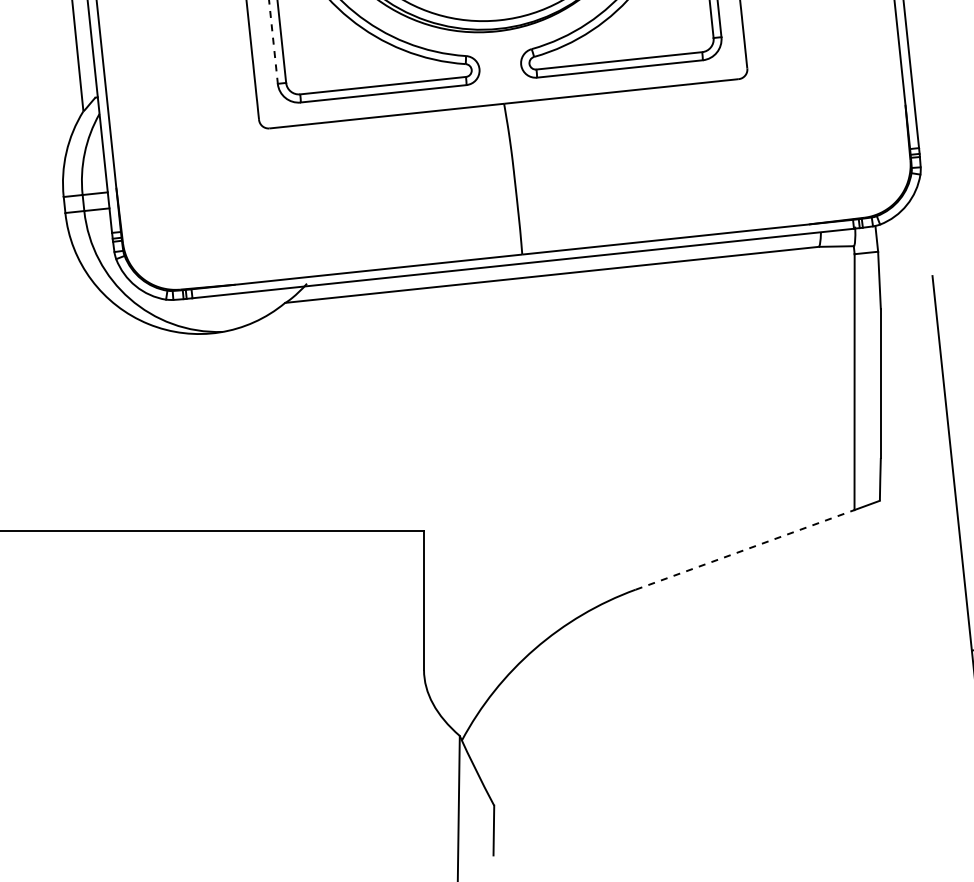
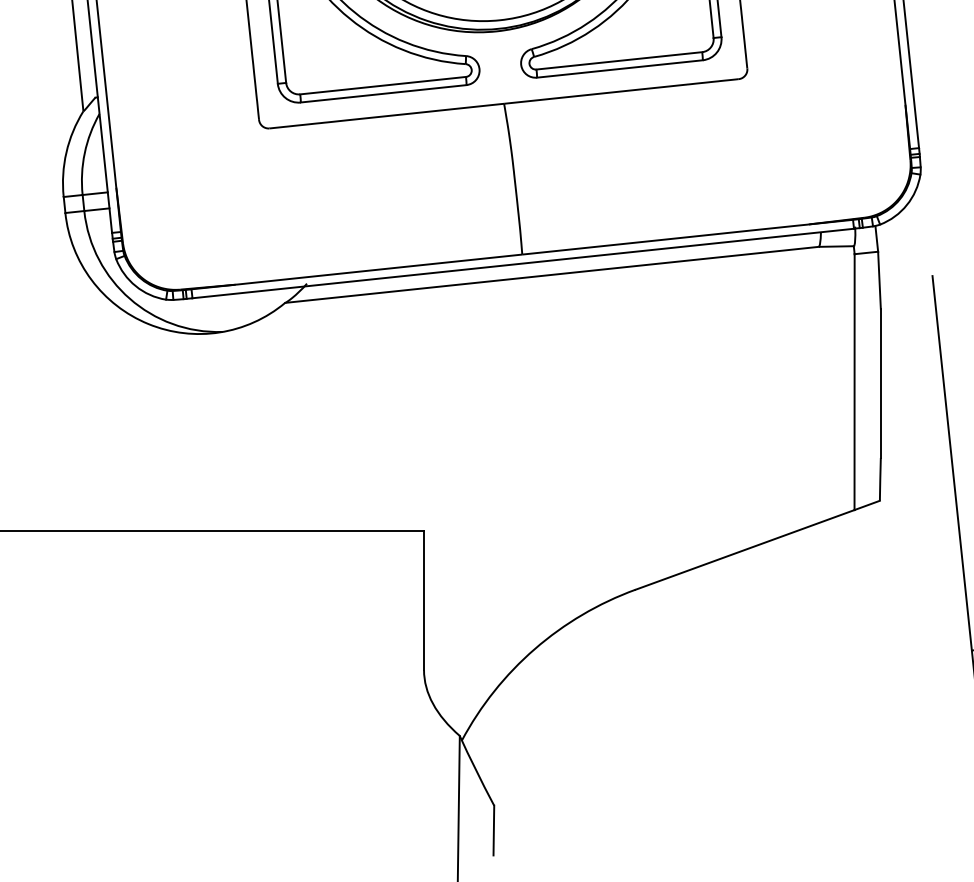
line at (273, 42): dashed -> solid
line at (745, 549): dashed -> solid
